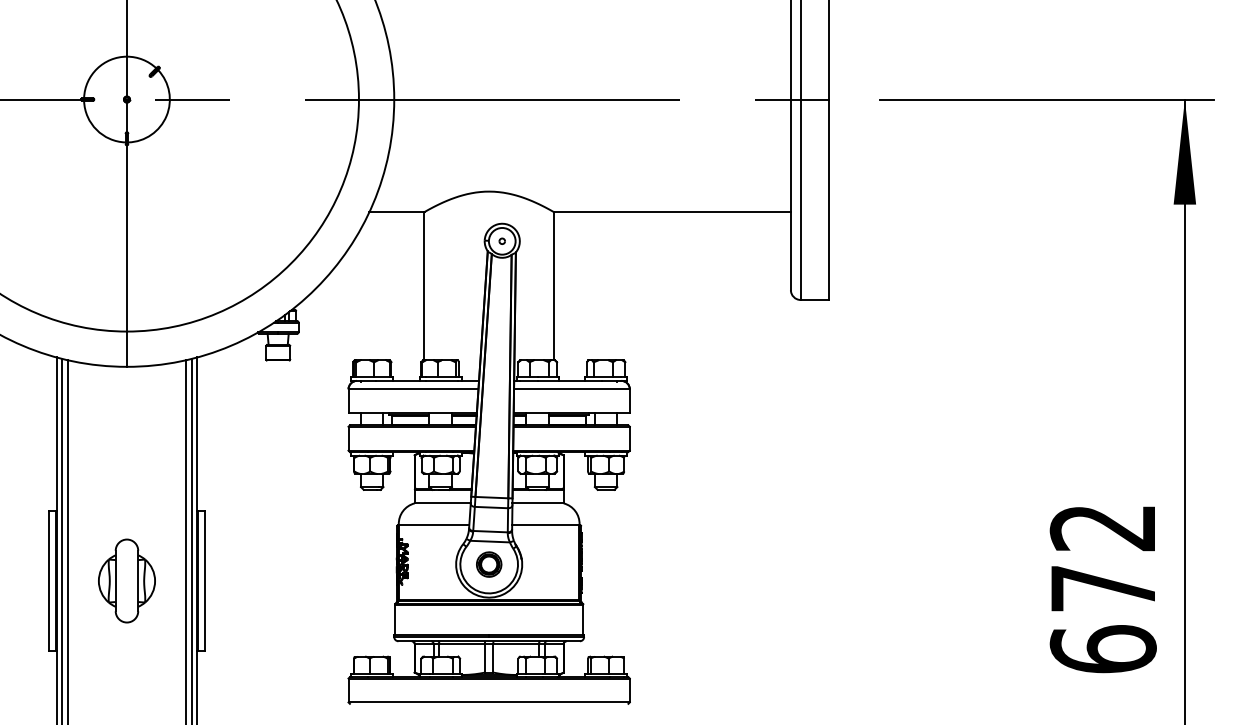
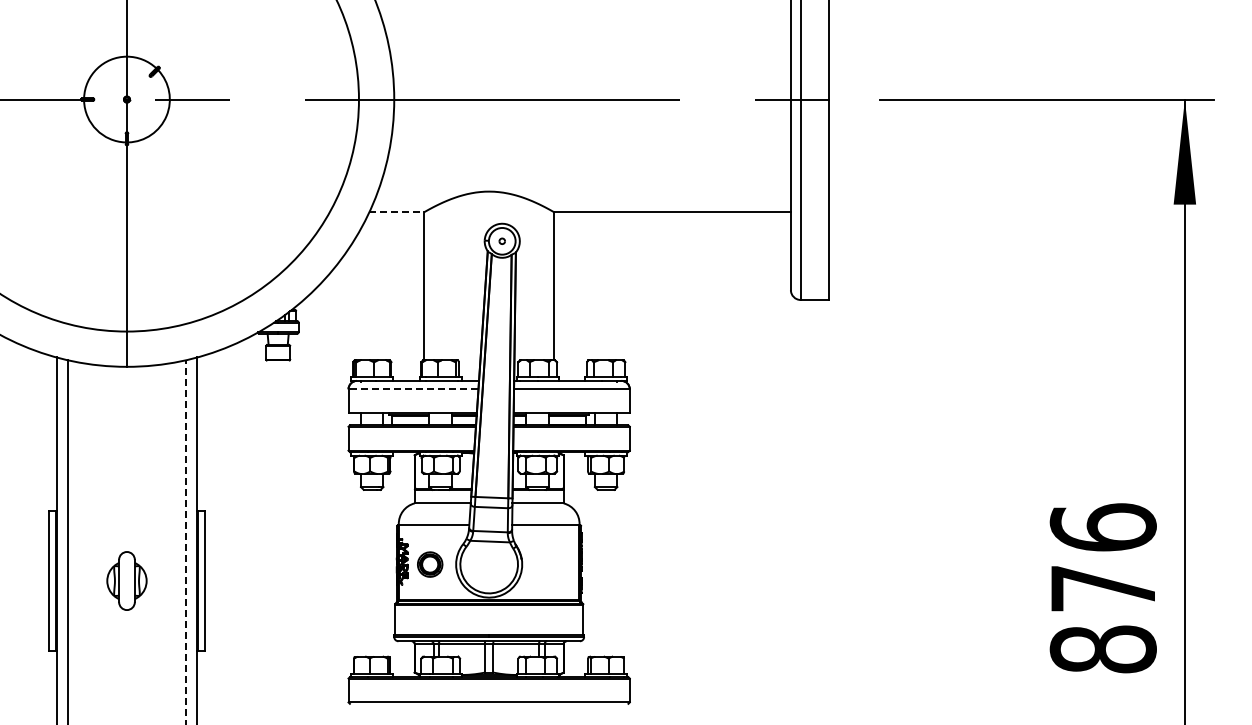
line at (396, 212): solid -> dashed
line at (413, 389): solid -> dashed
line at (62, 539): present -> none
line at (191, 539): present -> none
line at (186, 541): solid -> dashed
part at (489, 564) position: (489, 564) -> (430, 564)
part at (126, 580) size: 58x86 px -> 42x60 px
text at (1102, 588): 672 -> 876
